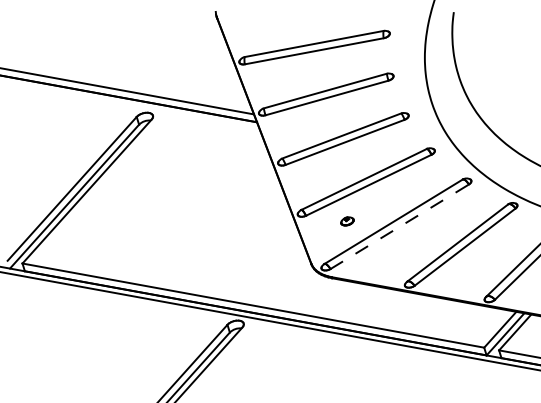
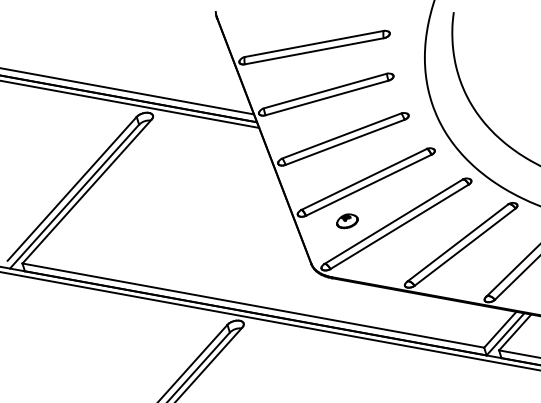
line at (130, 104): none -> present
part at (347, 221) size: 15x11 px -> 23x17 px
line at (400, 226): dashed -> solid
